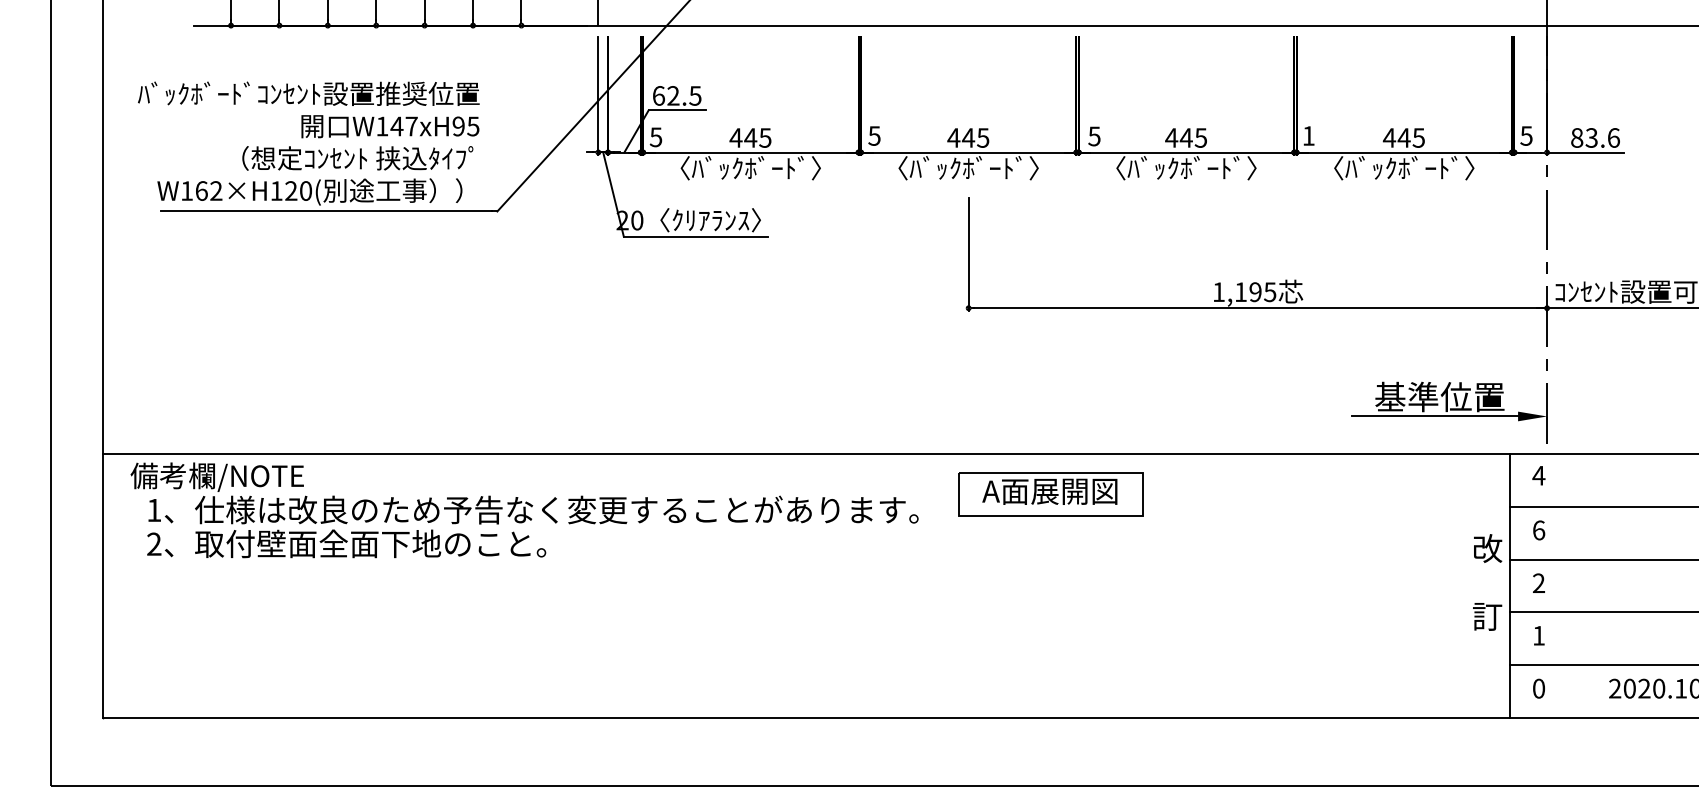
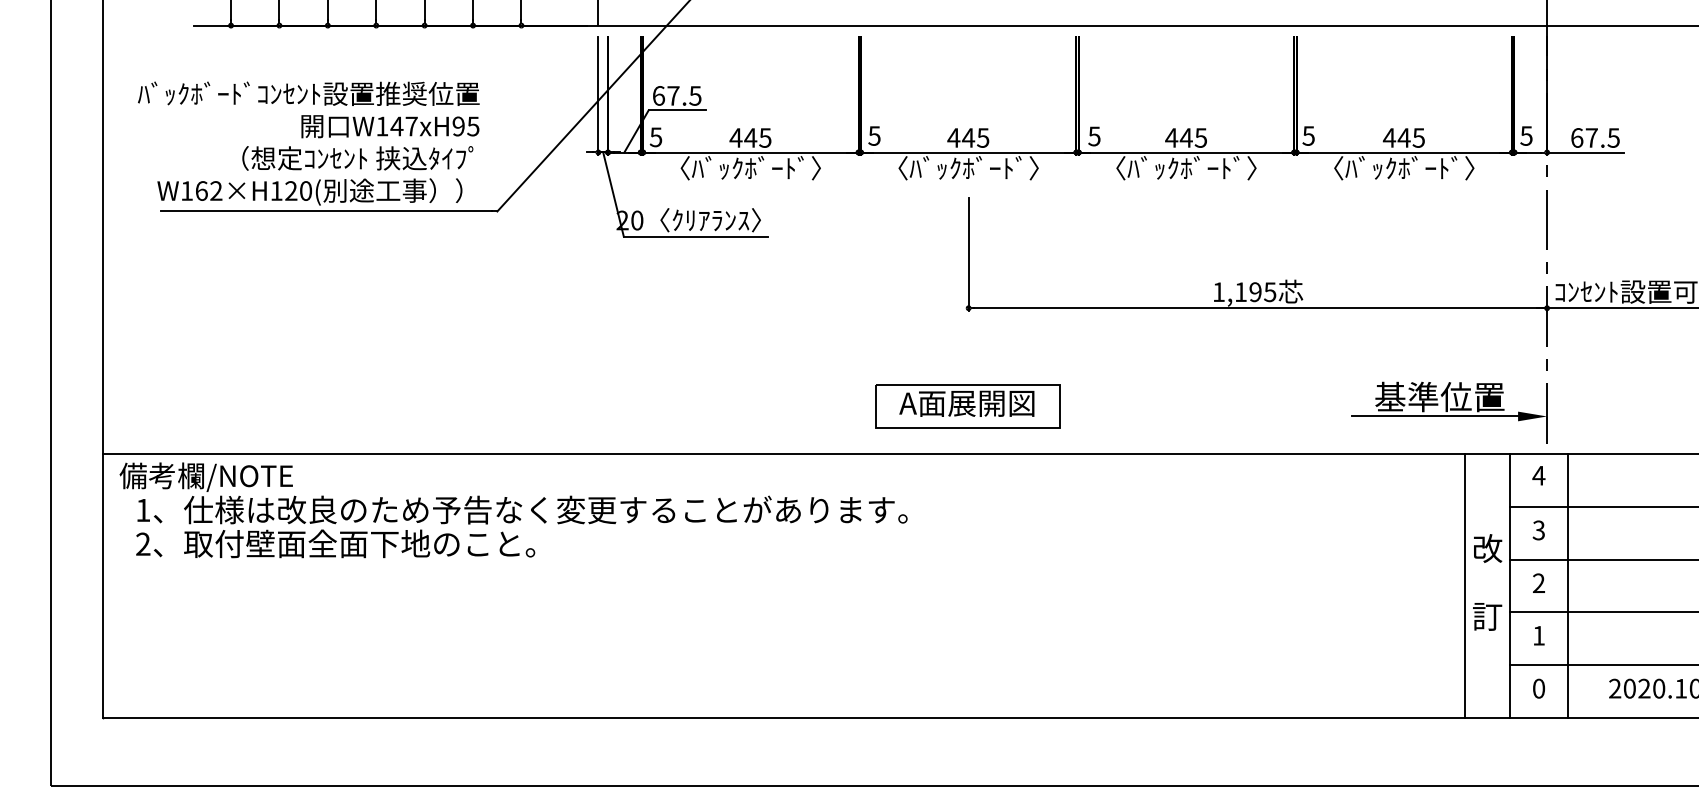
text at (673, 95): 62.5 -> 67.5
text at (1308, 135): 1 -> 5
text at (1595, 137): 83.6 -> 67.5
part at (1050, 494) position: (1050, 494) -> (967, 406)
text at (524, 510) position: (524, 510) -> (513, 510)
text at (1538, 530): 6 -> 3
line at (1465, 585): none -> present
line at (1568, 585): none -> present
